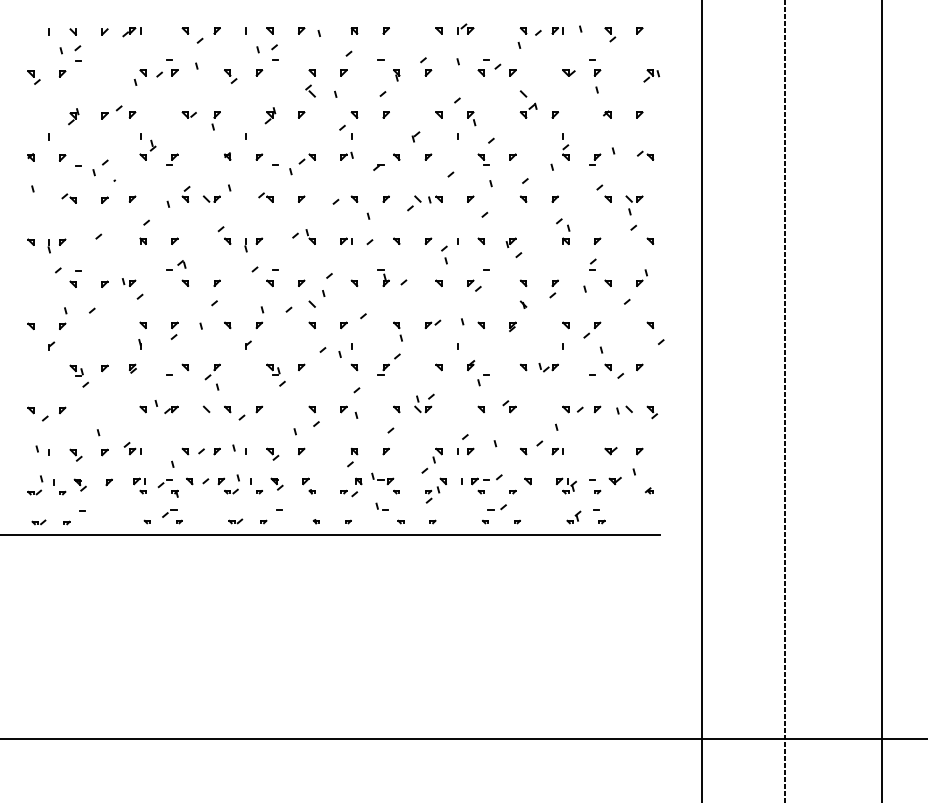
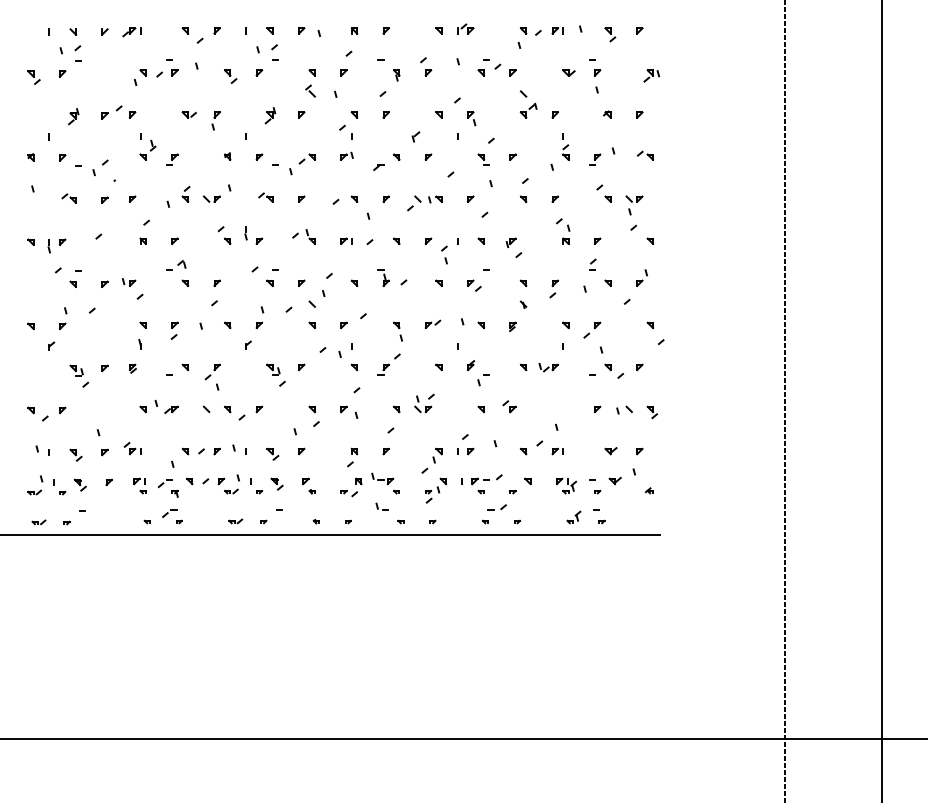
part at (245, 245) position: (245, 245) -> (245, 233)
line at (702, 400): present -> none
part at (572, 409): present -> none
